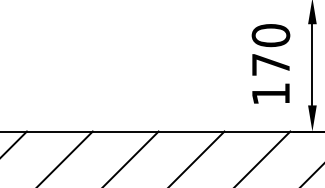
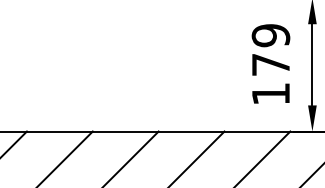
text at (271, 35): 170 -> 179
